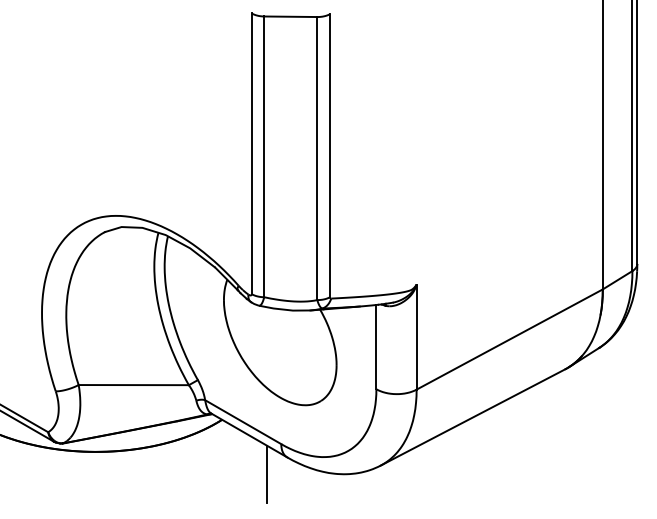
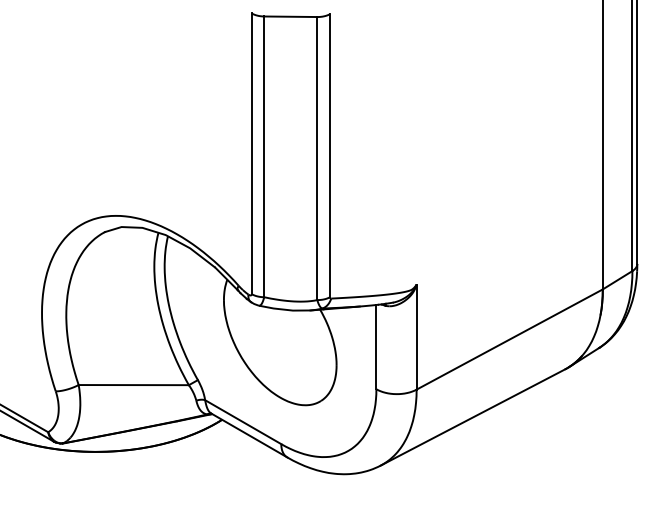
line at (266, 474): present -> none
